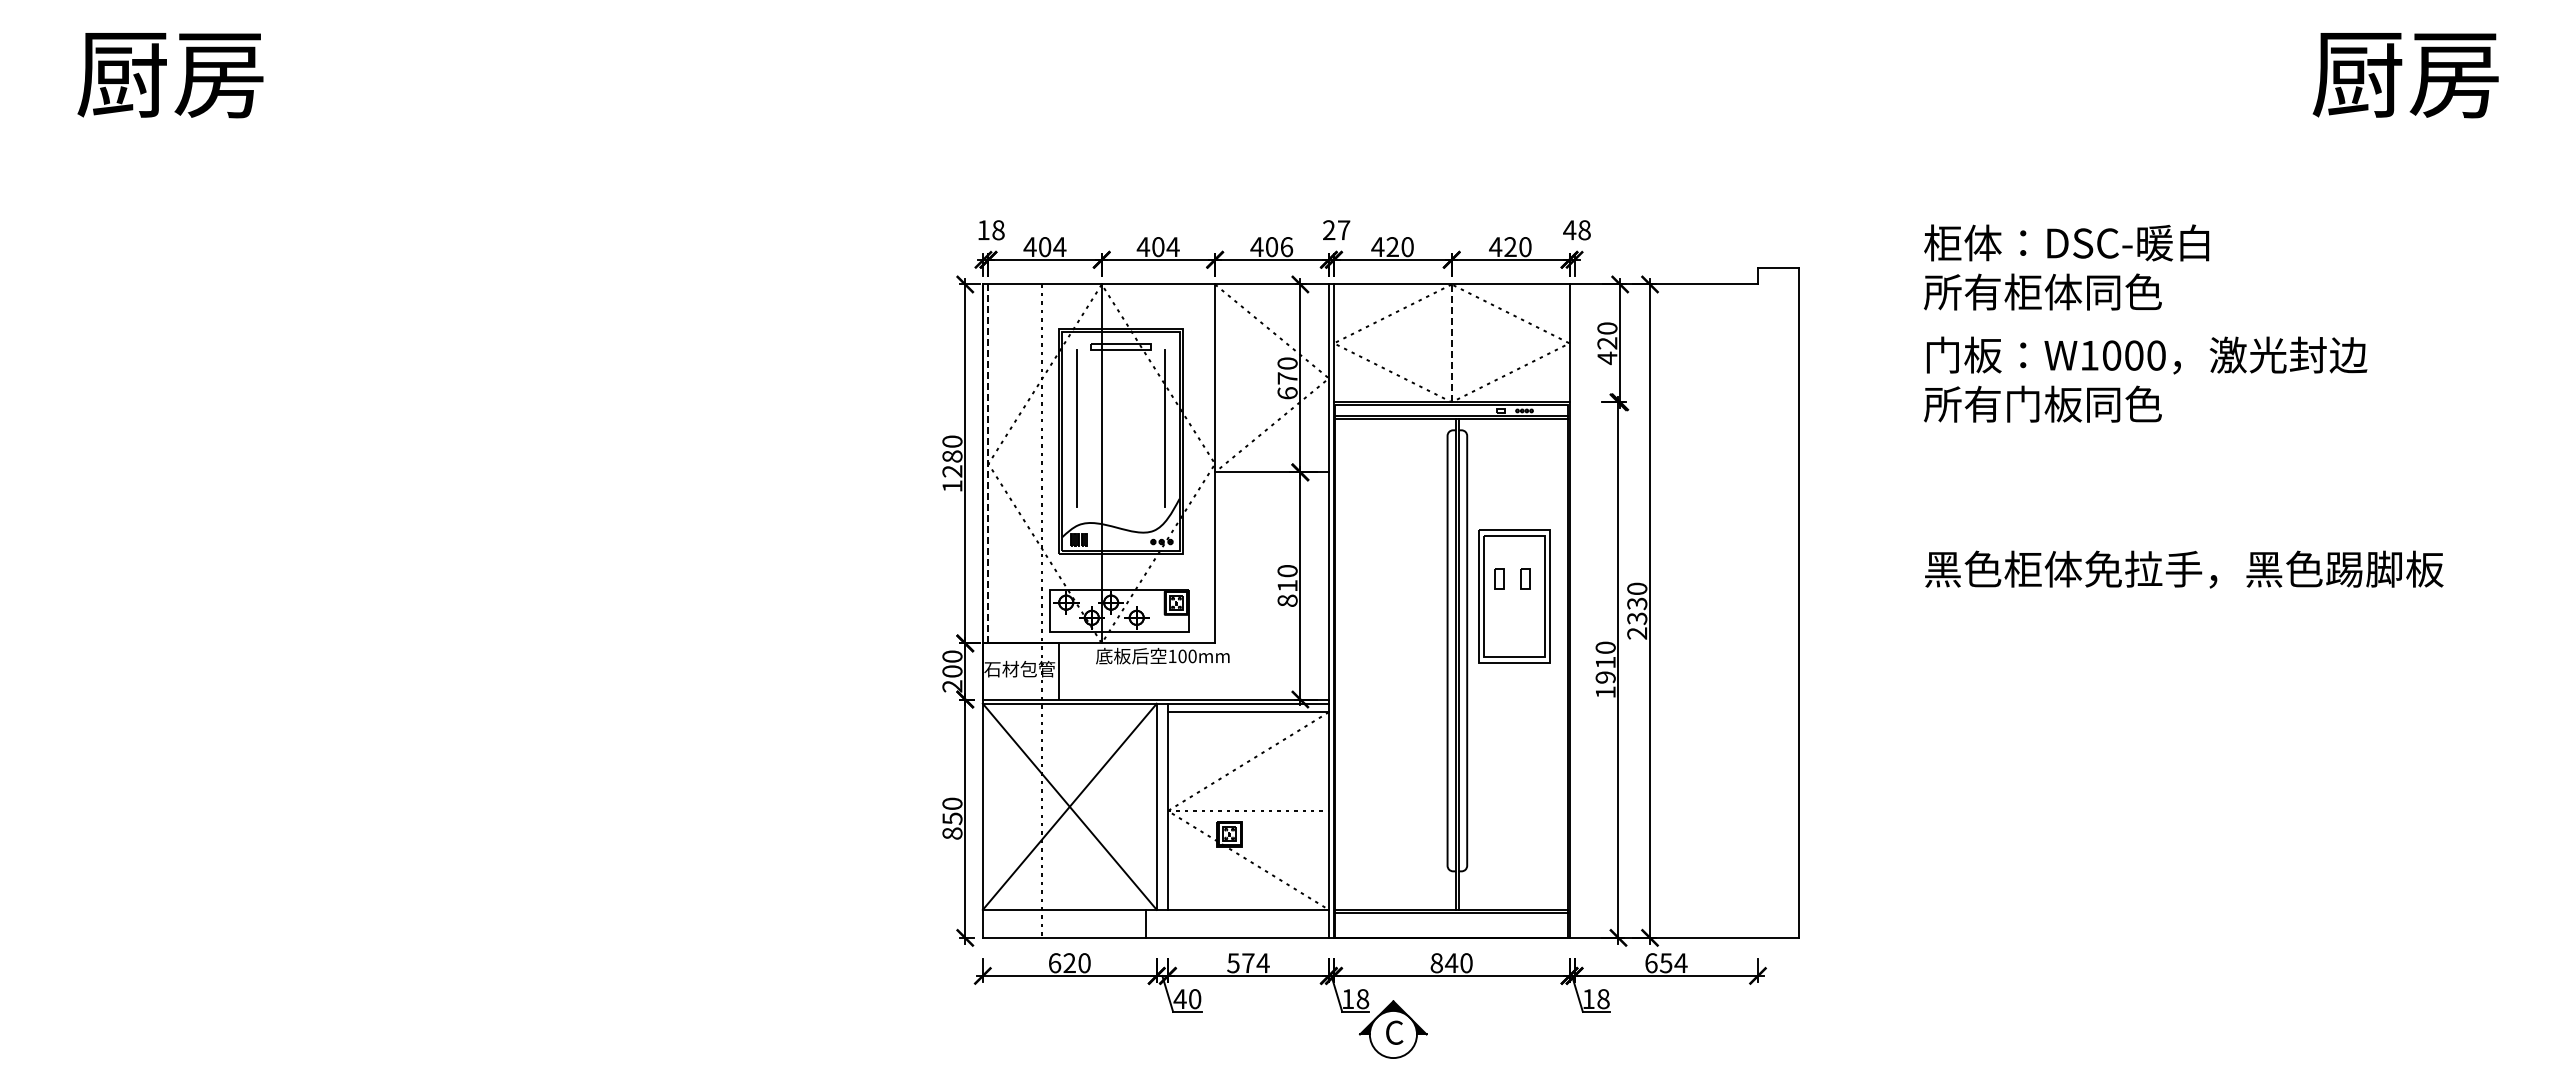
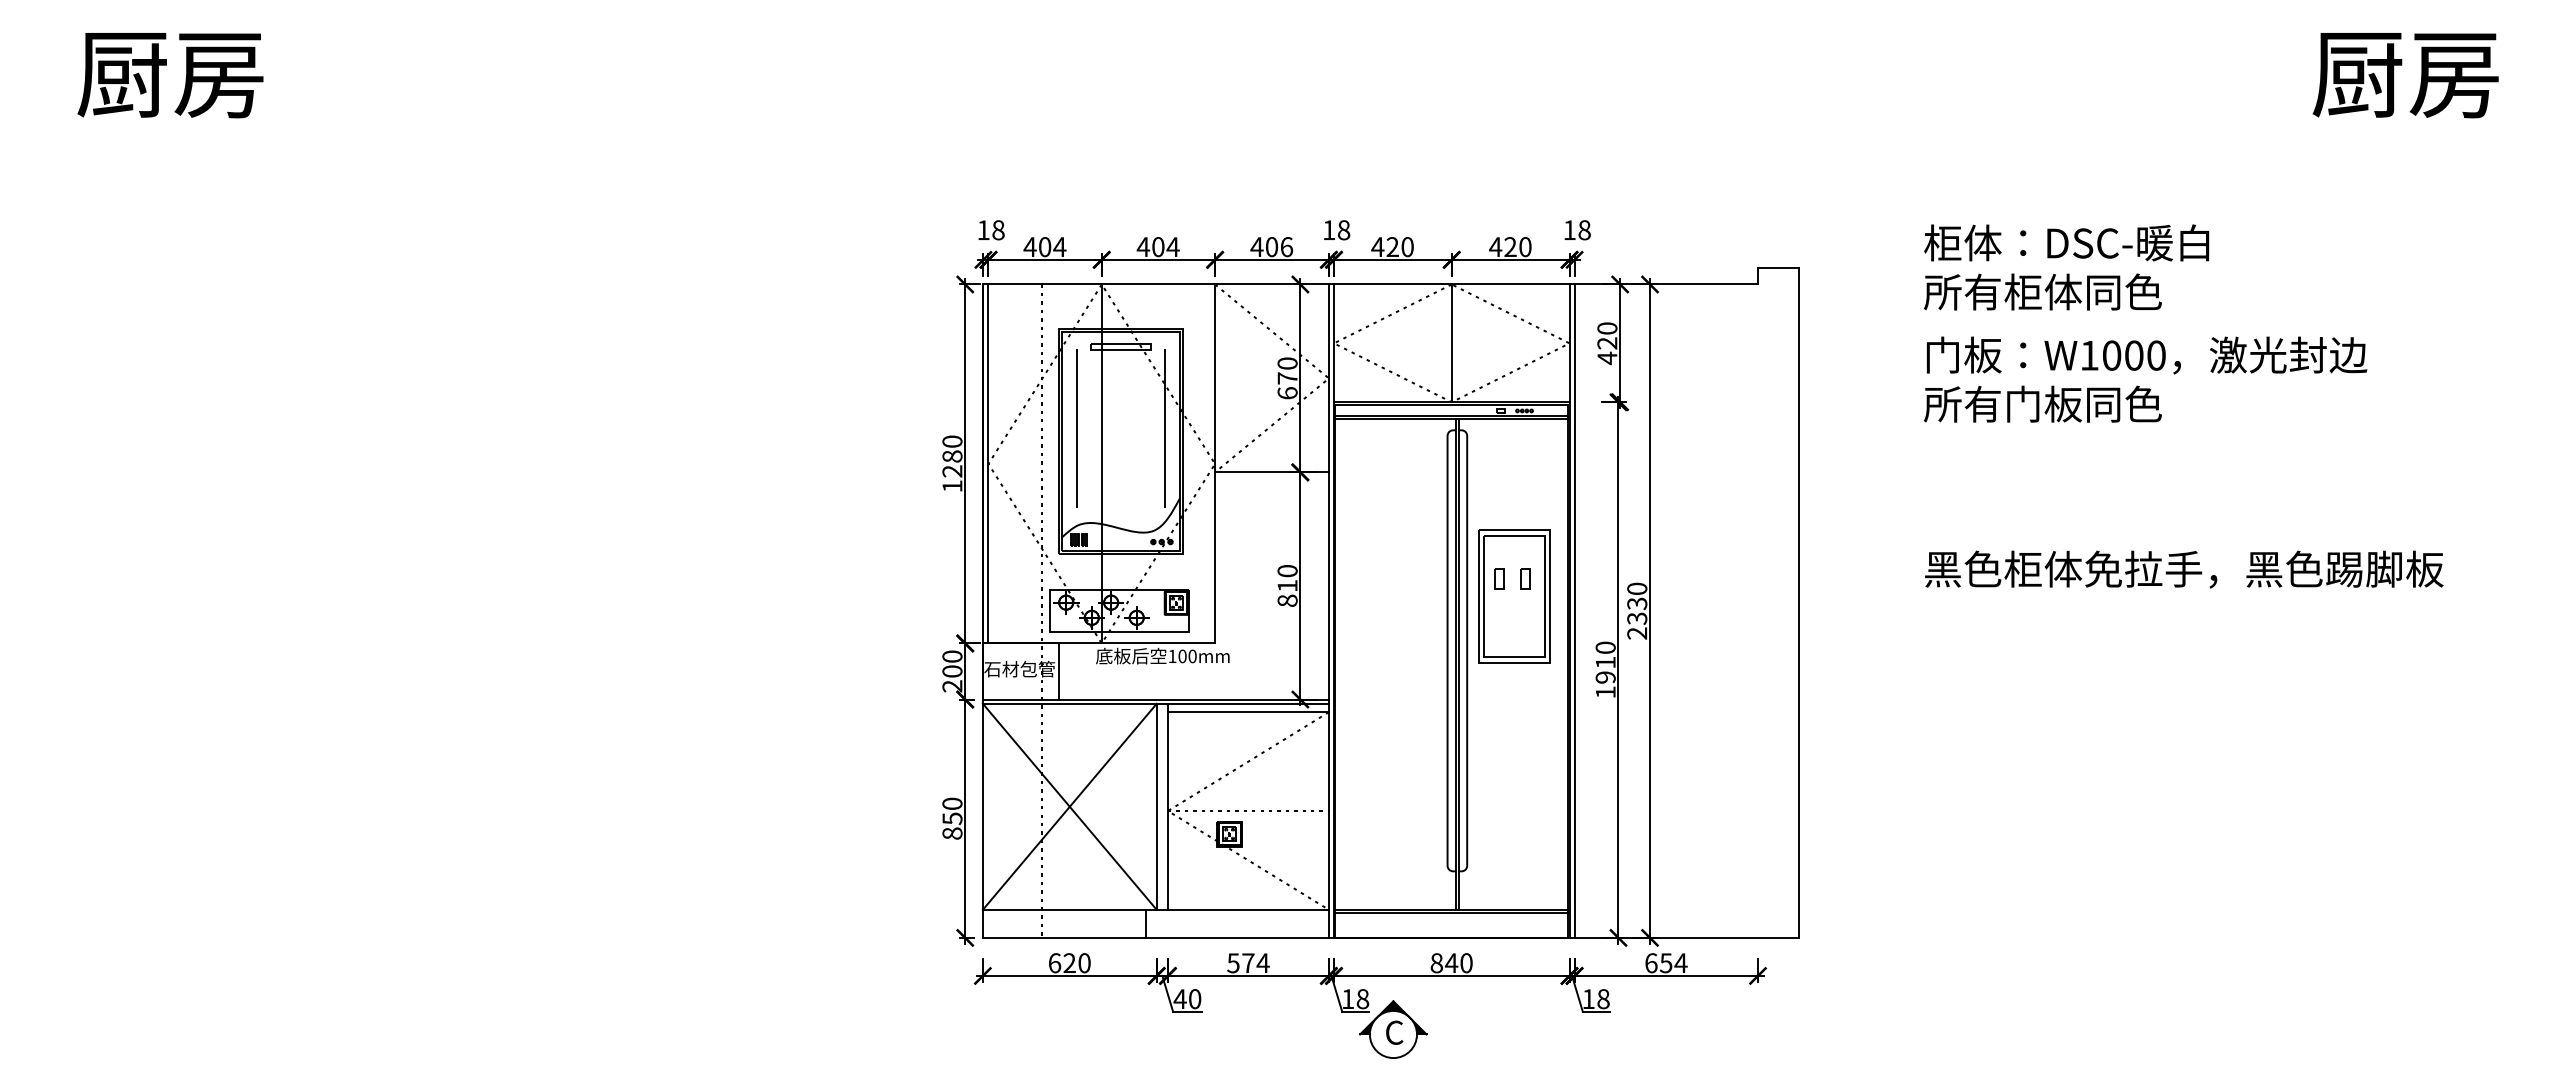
text at (1336, 230): 27 -> 18
text at (1569, 230): 48 -> 18
line at (1451, 343): dashed -> solid
line at (988, 464): dashed -> solid
line at (1574, 610): none -> present
